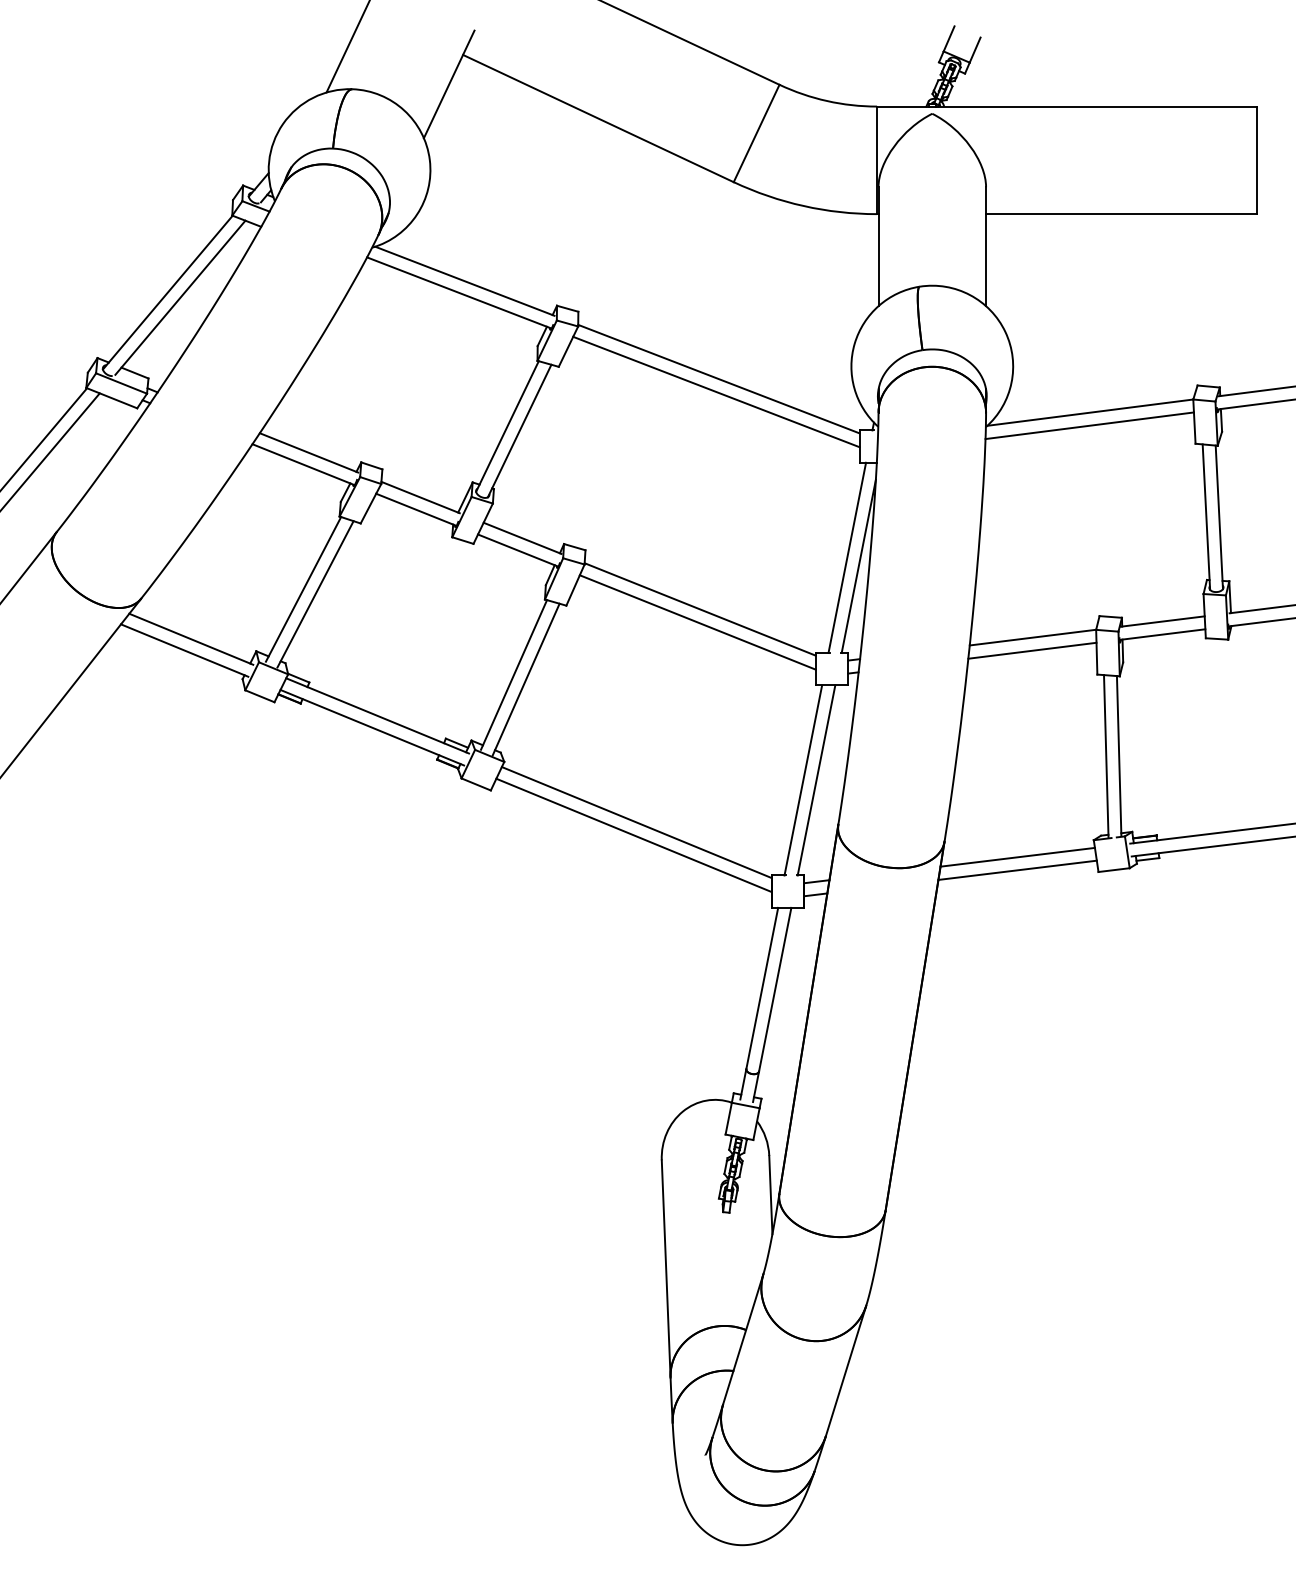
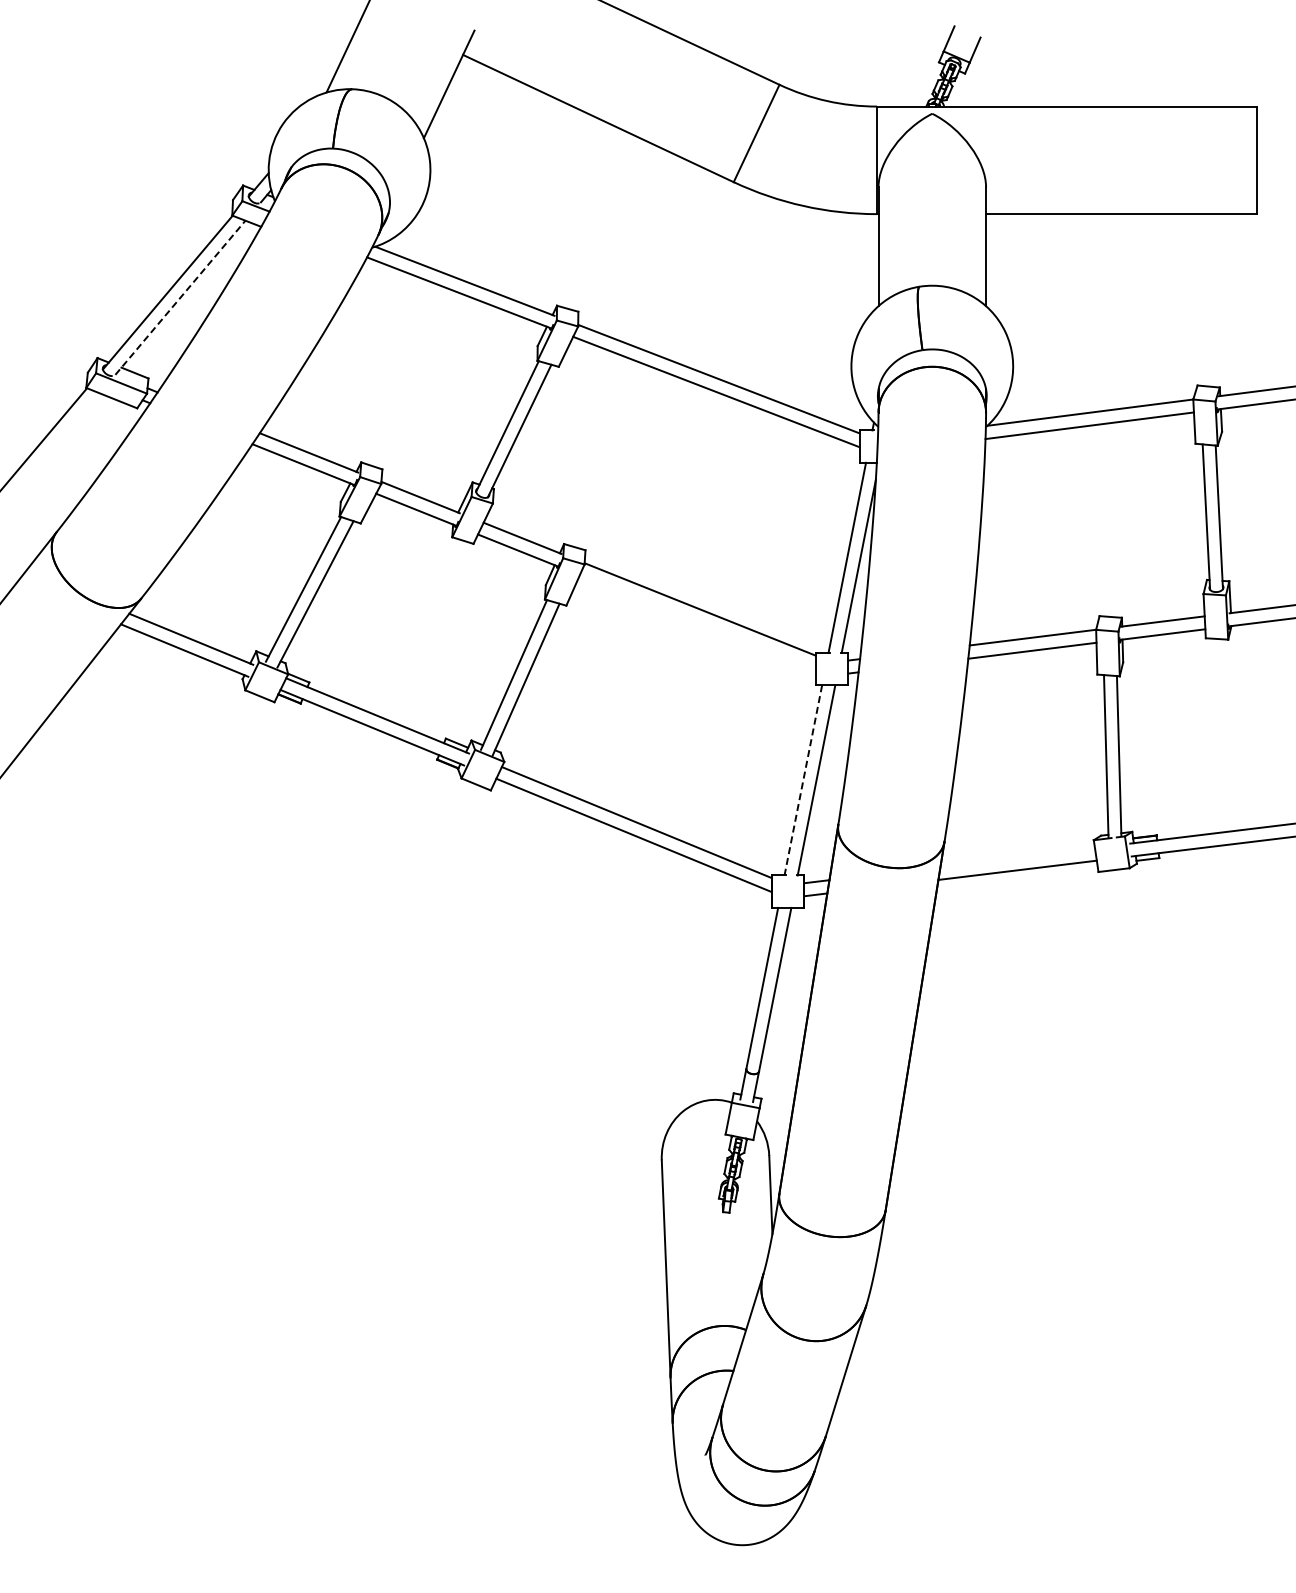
line at (180, 297): solid -> dashed
line at (50, 451): present -> none
line at (697, 622): present -> none
line at (803, 780): solid -> dashed
line at (1017, 856): present -> none
